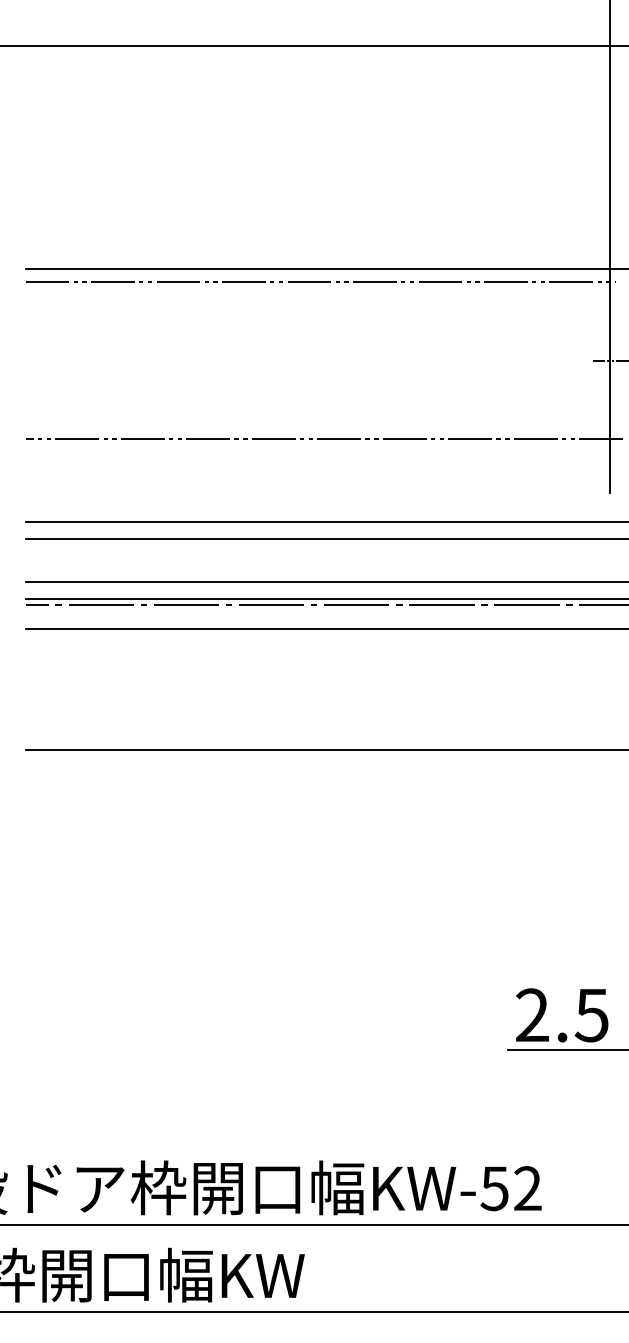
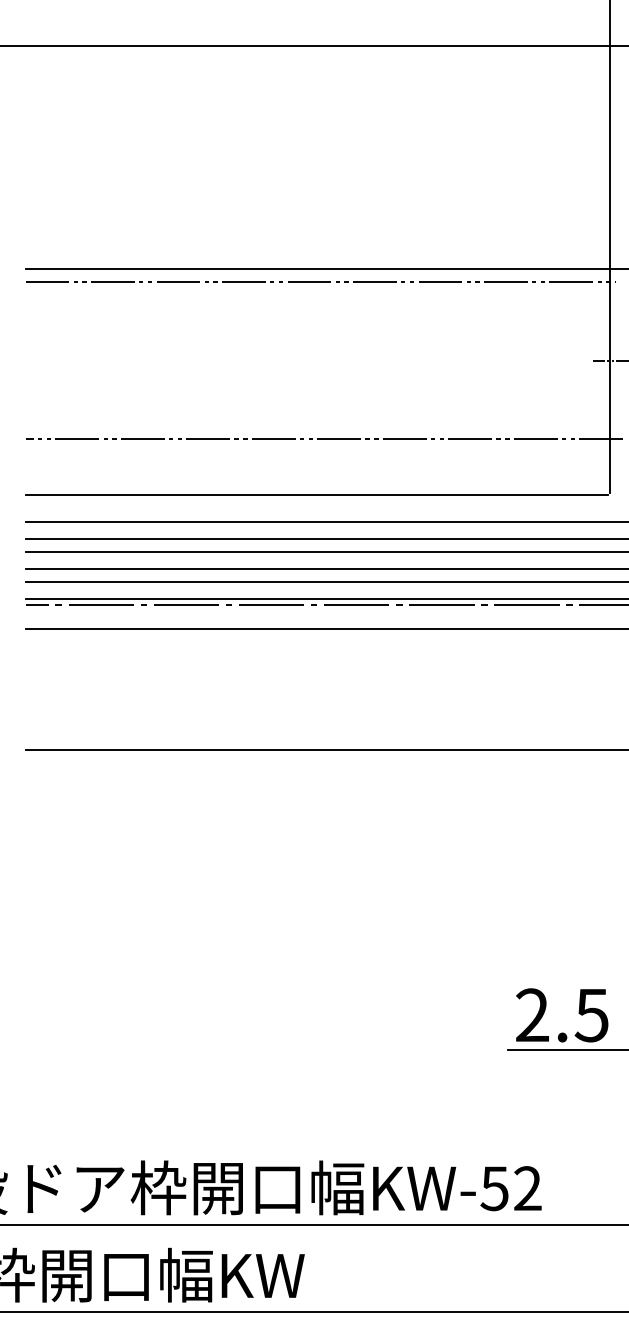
line at (316, 495): none -> present
line at (325, 551): none -> present
line at (325, 569): none -> present
